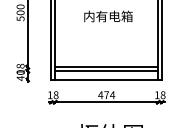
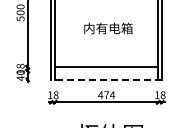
text at (108, 16) position: (108, 16) -> (108, 28)
line at (106, 71): present -> none
line at (106, 79): solid -> dashed
